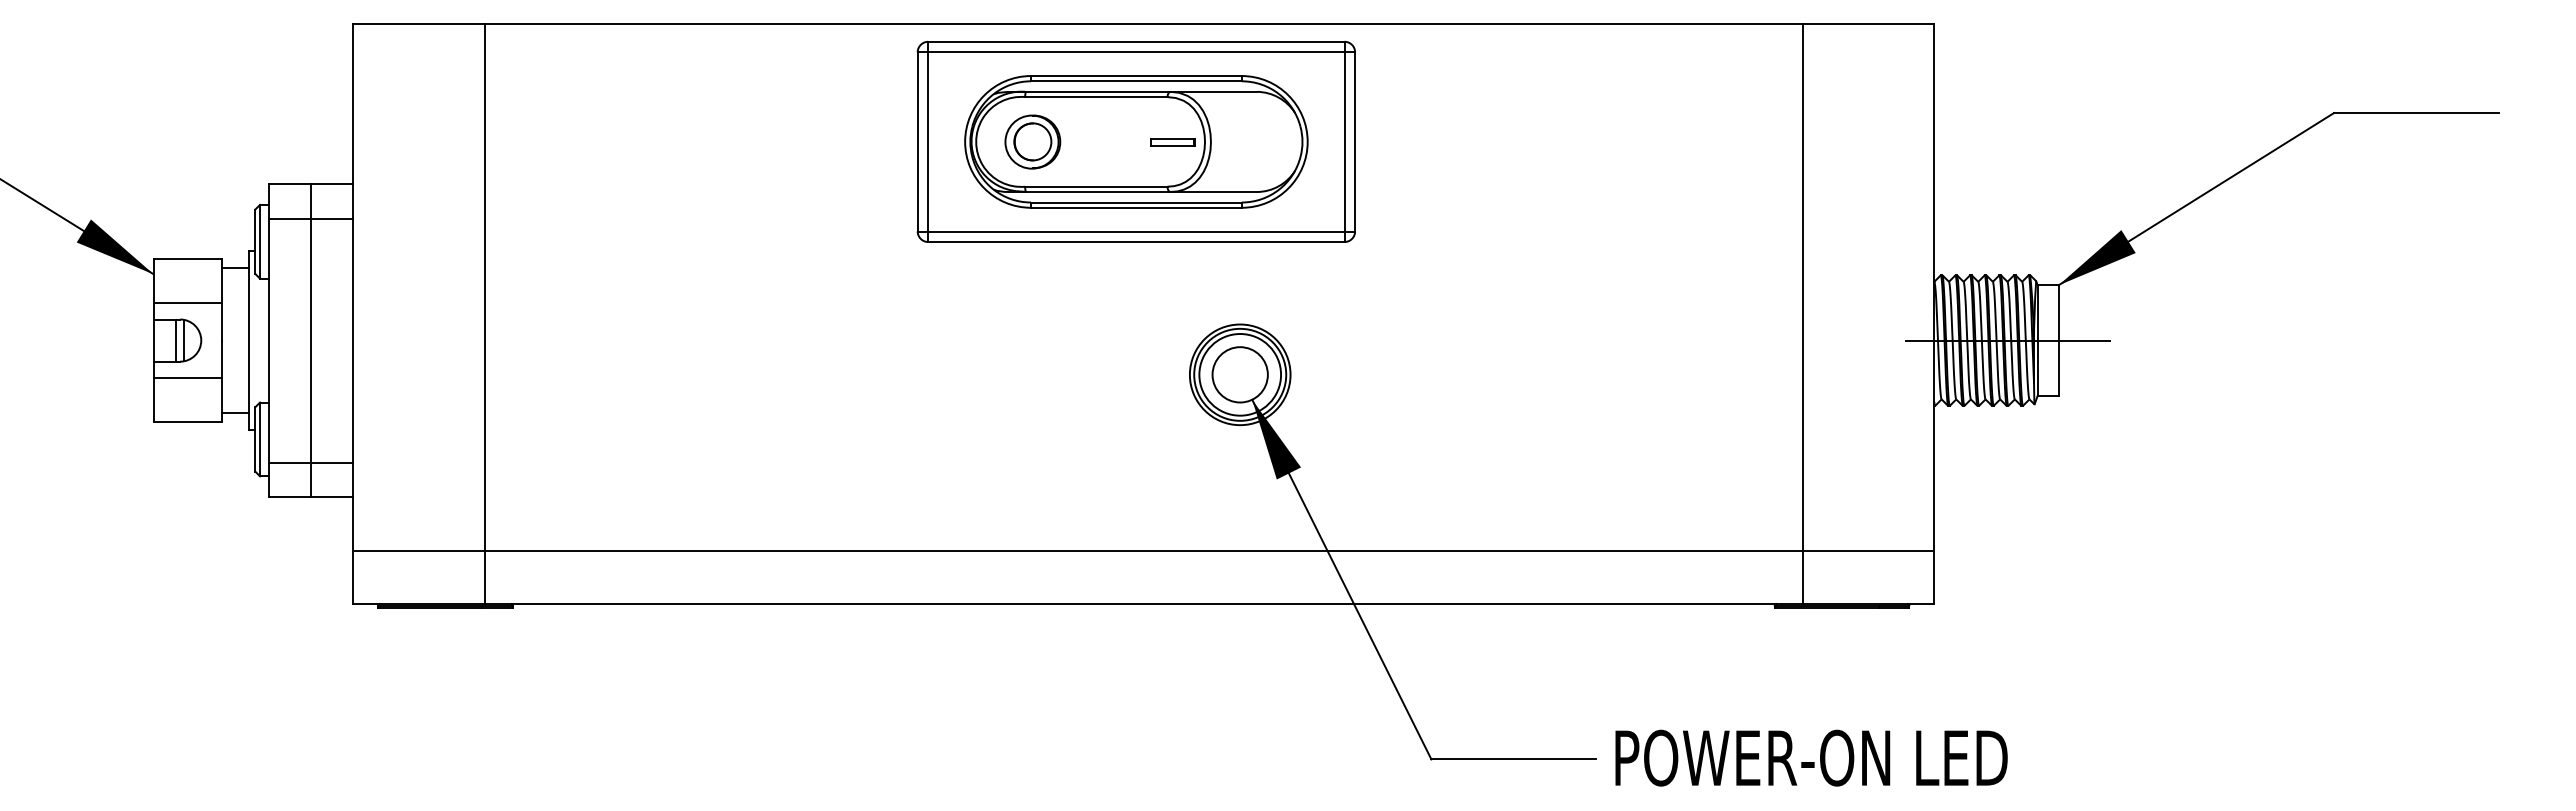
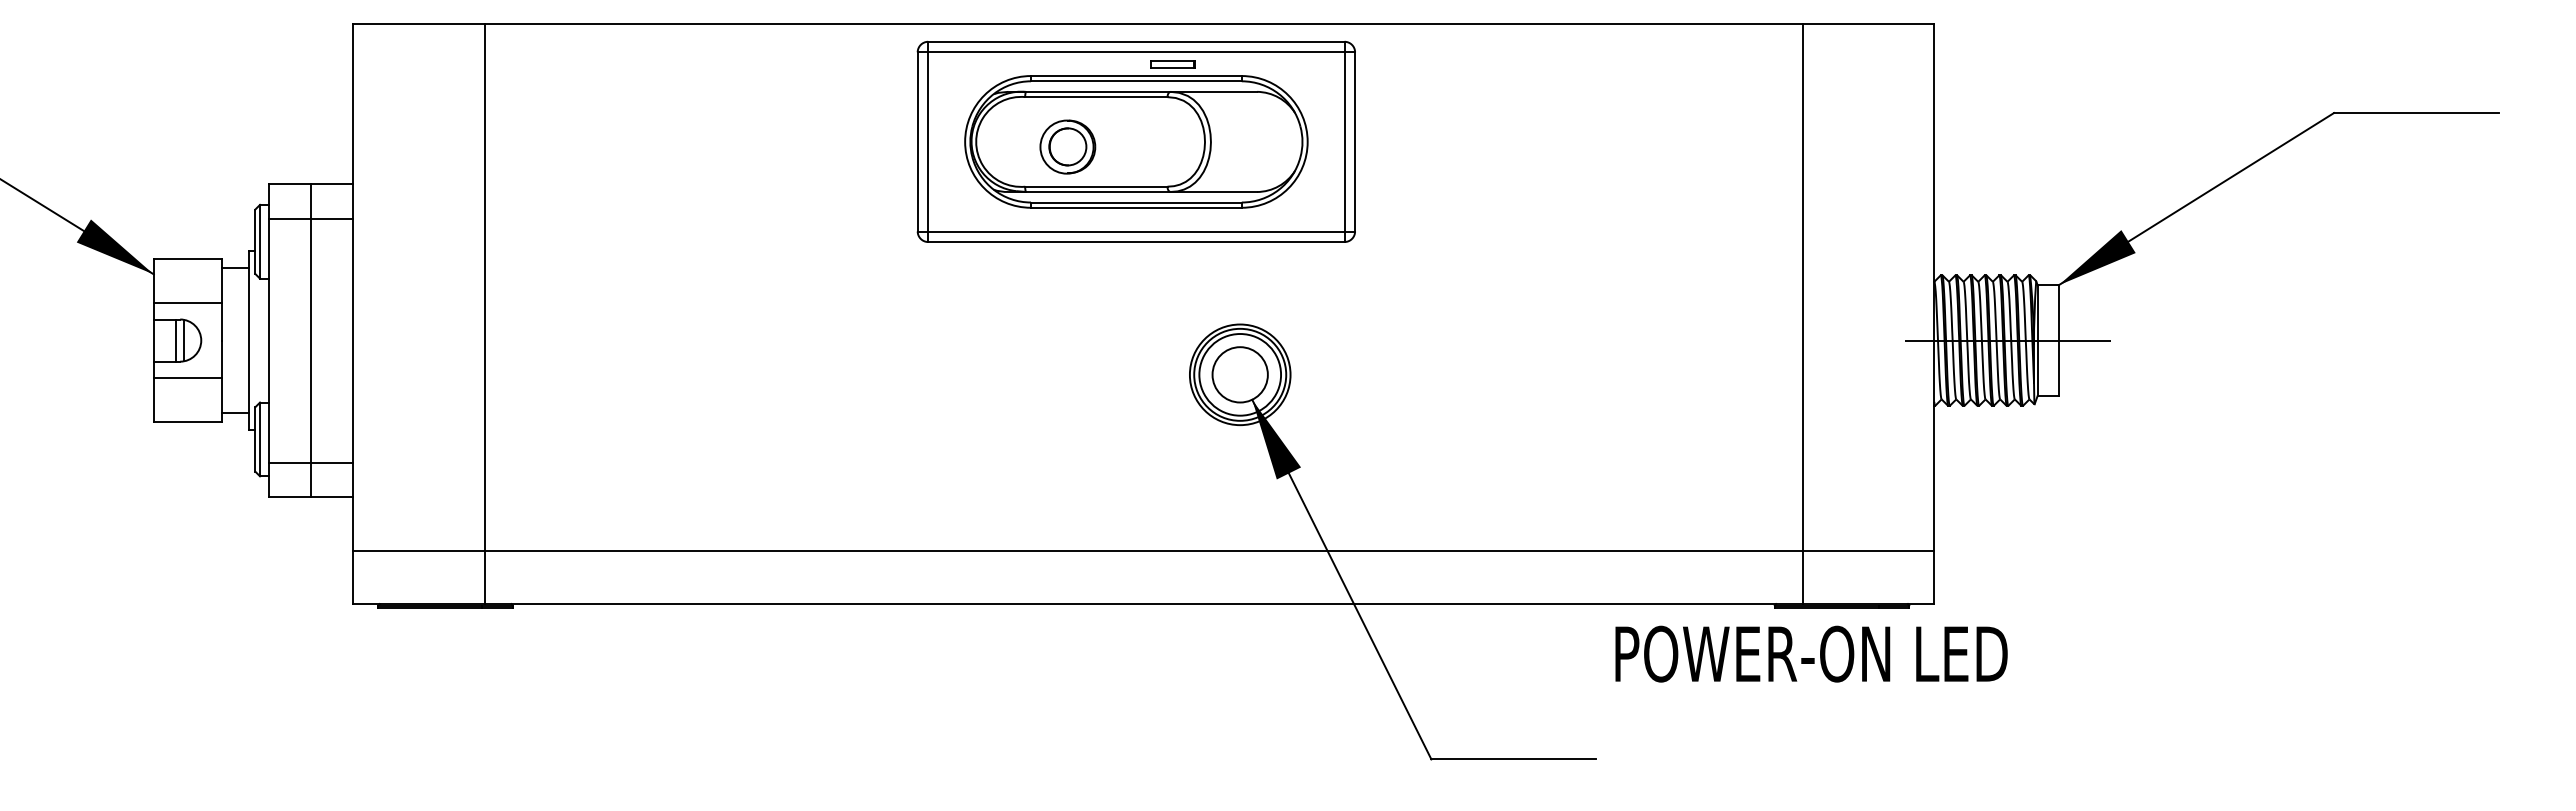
part at (1032, 141) position: (1032, 141) -> (1067, 146)
part at (1172, 142) position: (1172, 142) -> (1172, 64)
text at (1811, 757) position: (1811, 757) -> (1811, 653)
